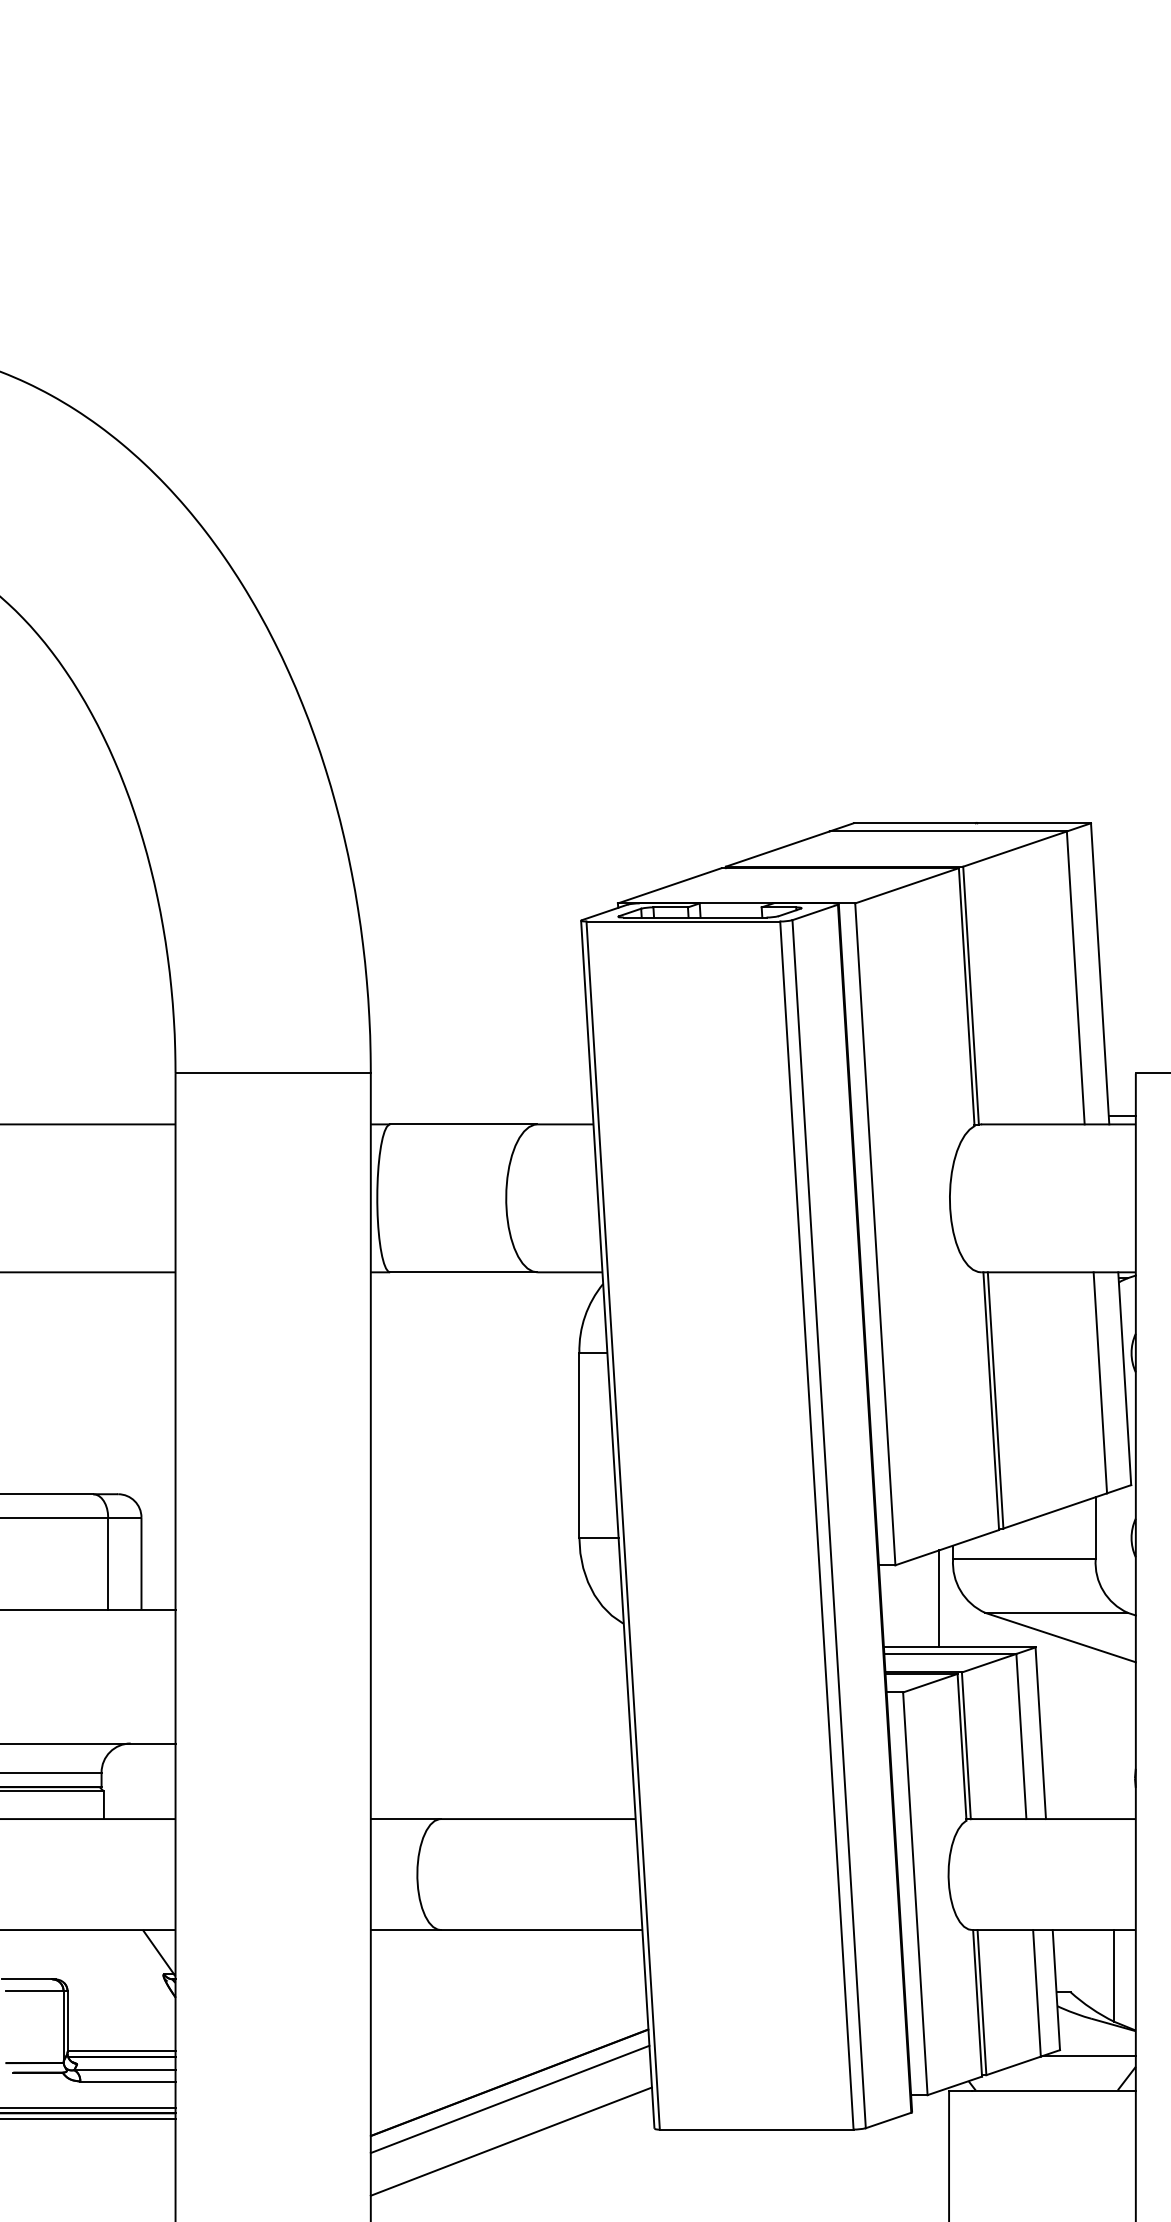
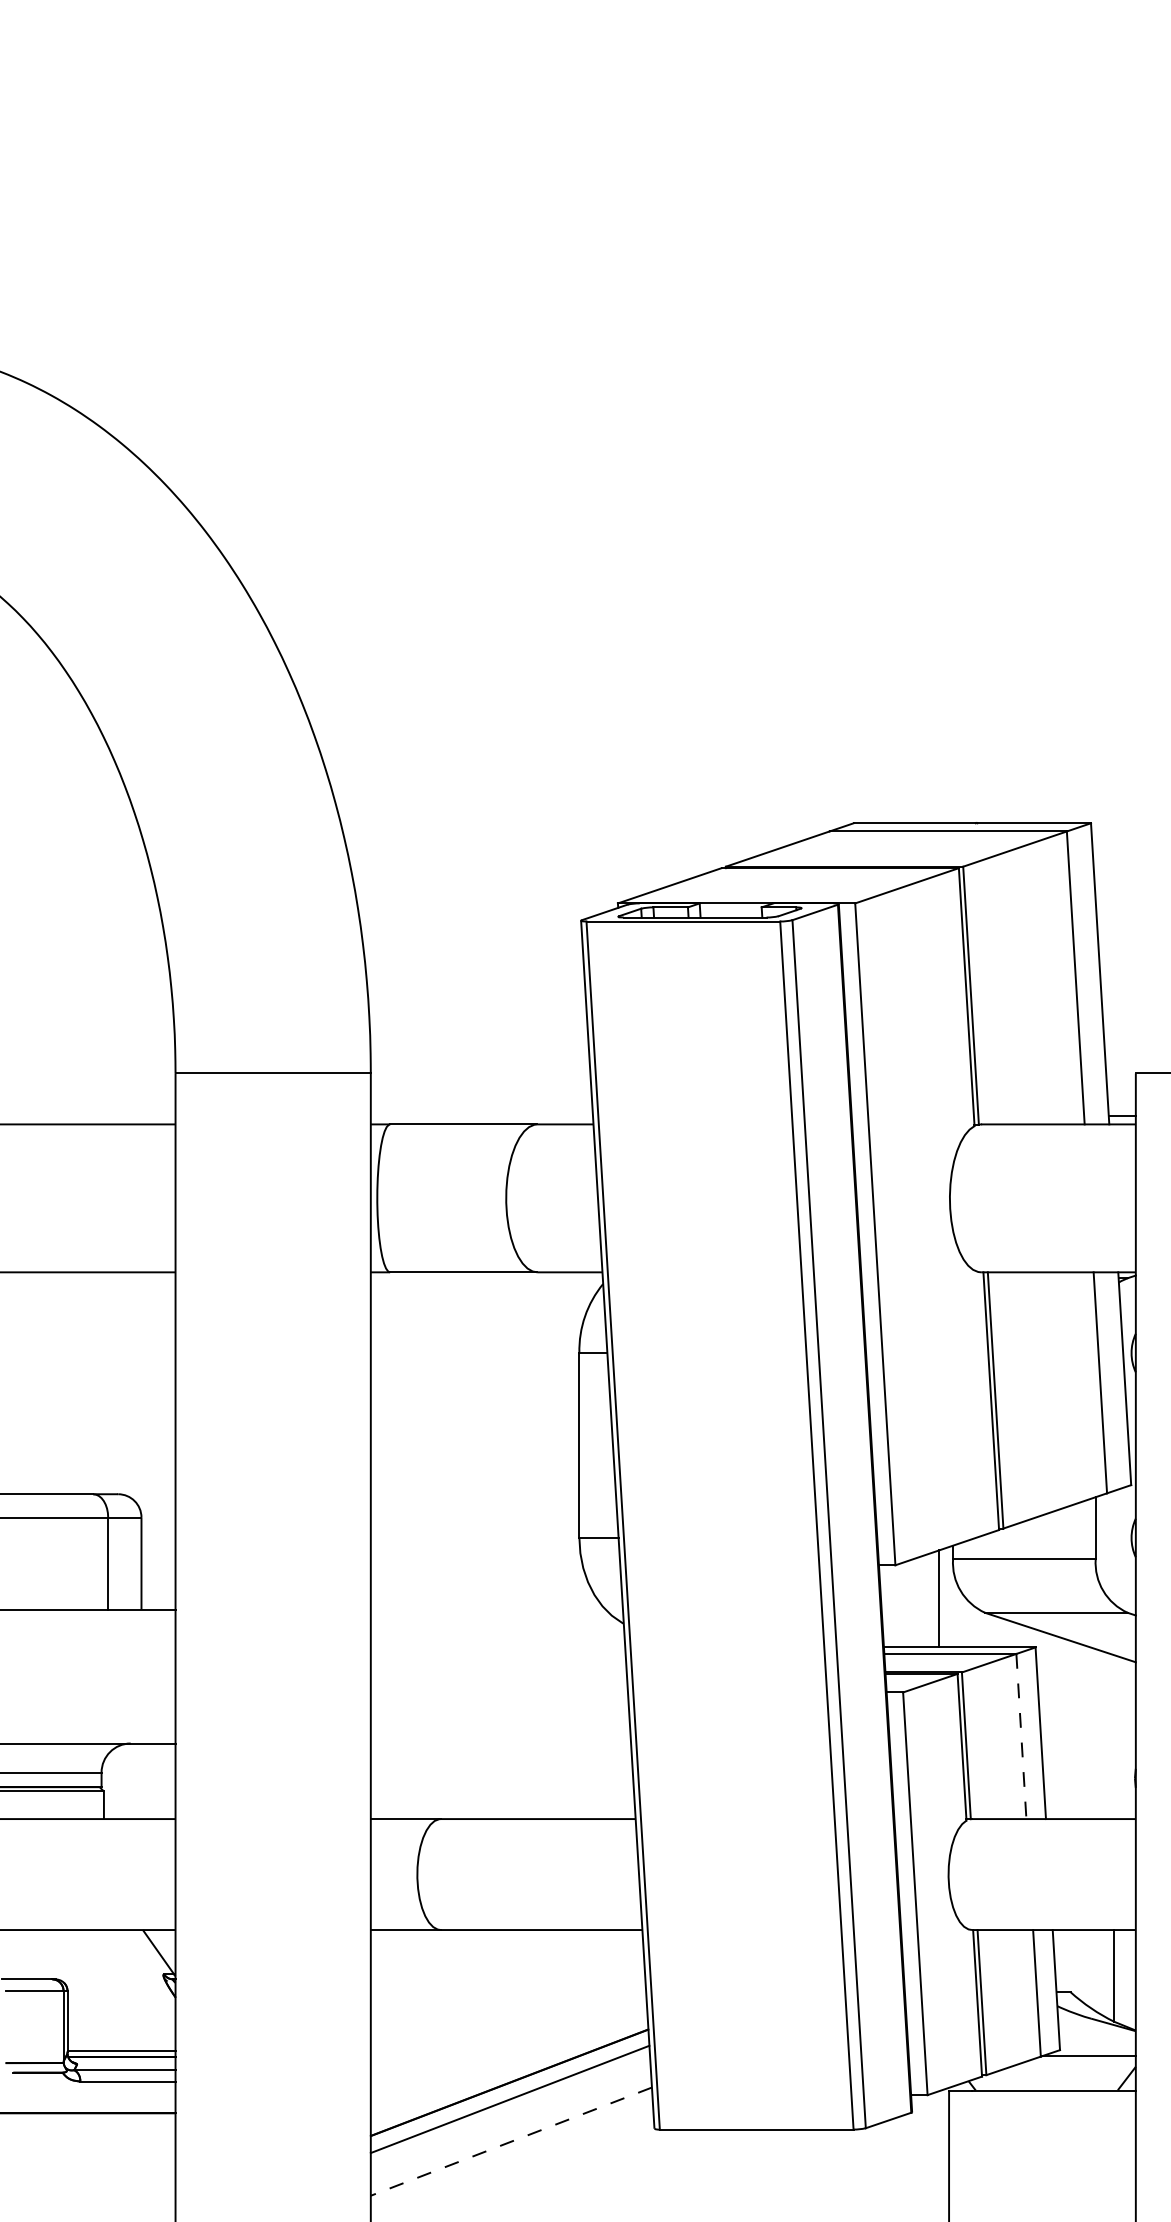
line at (1021, 1736): solid -> dashed
line at (88, 2107): present -> none
line at (88, 2119): present -> none
line at (511, 2141): solid -> dashed
